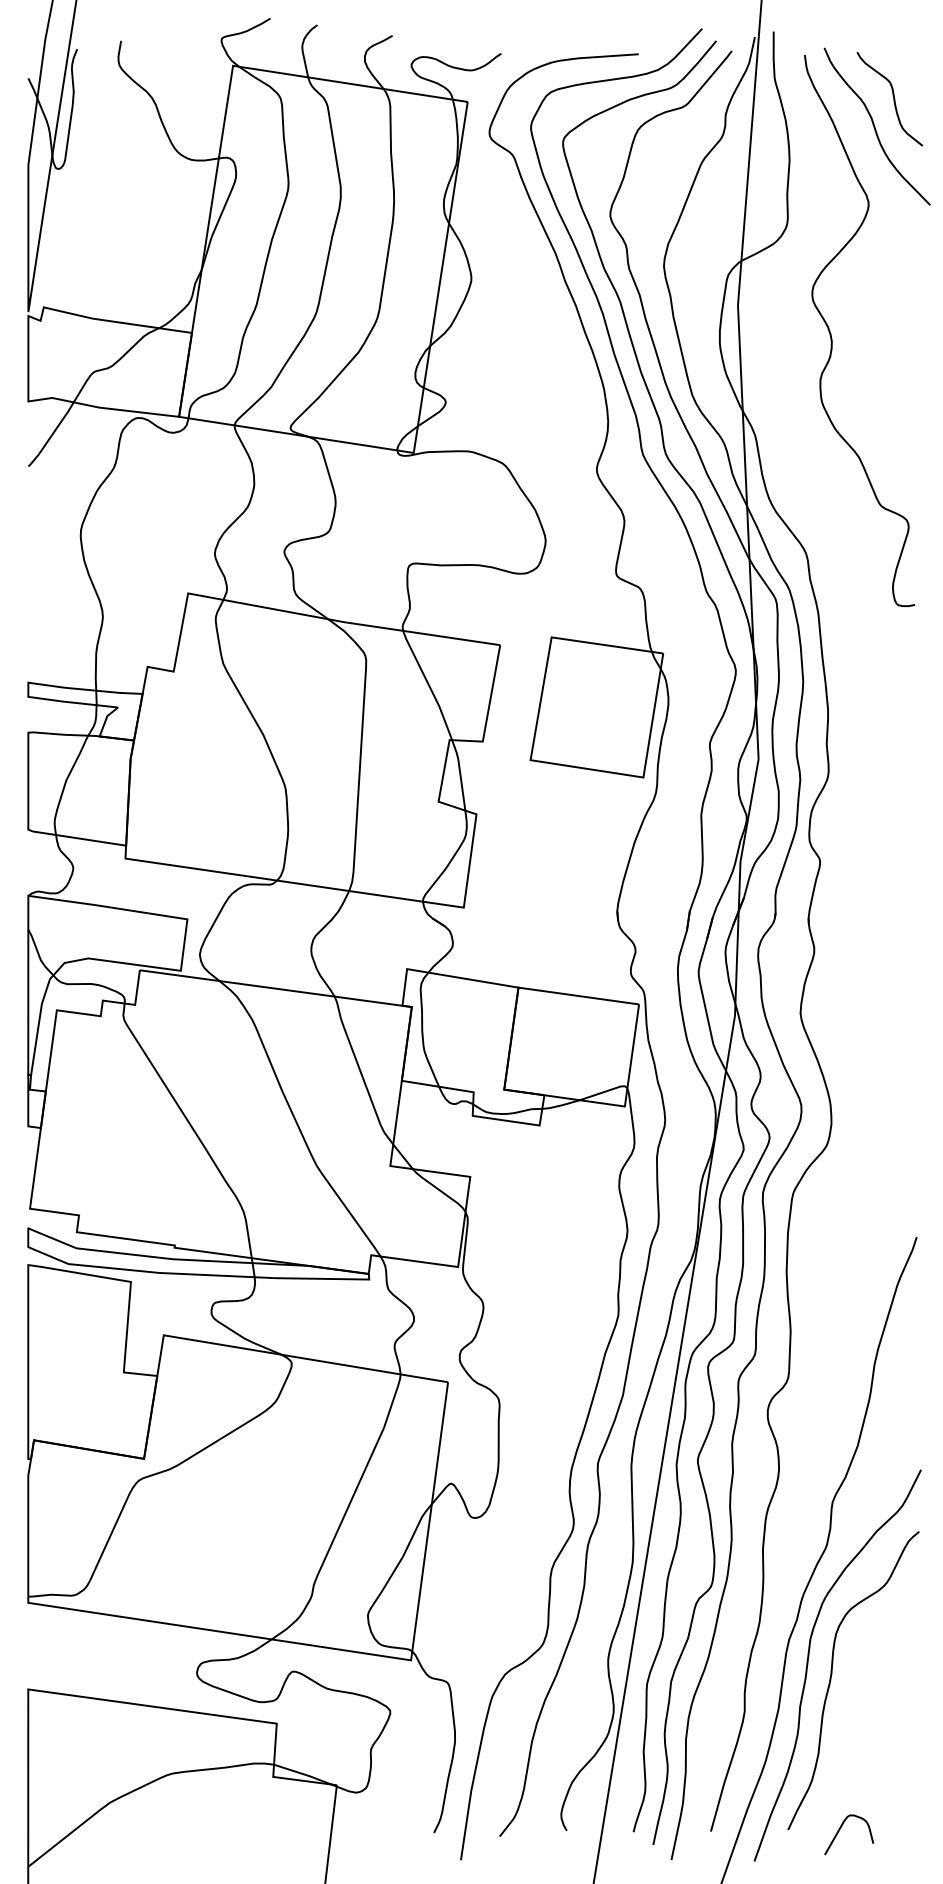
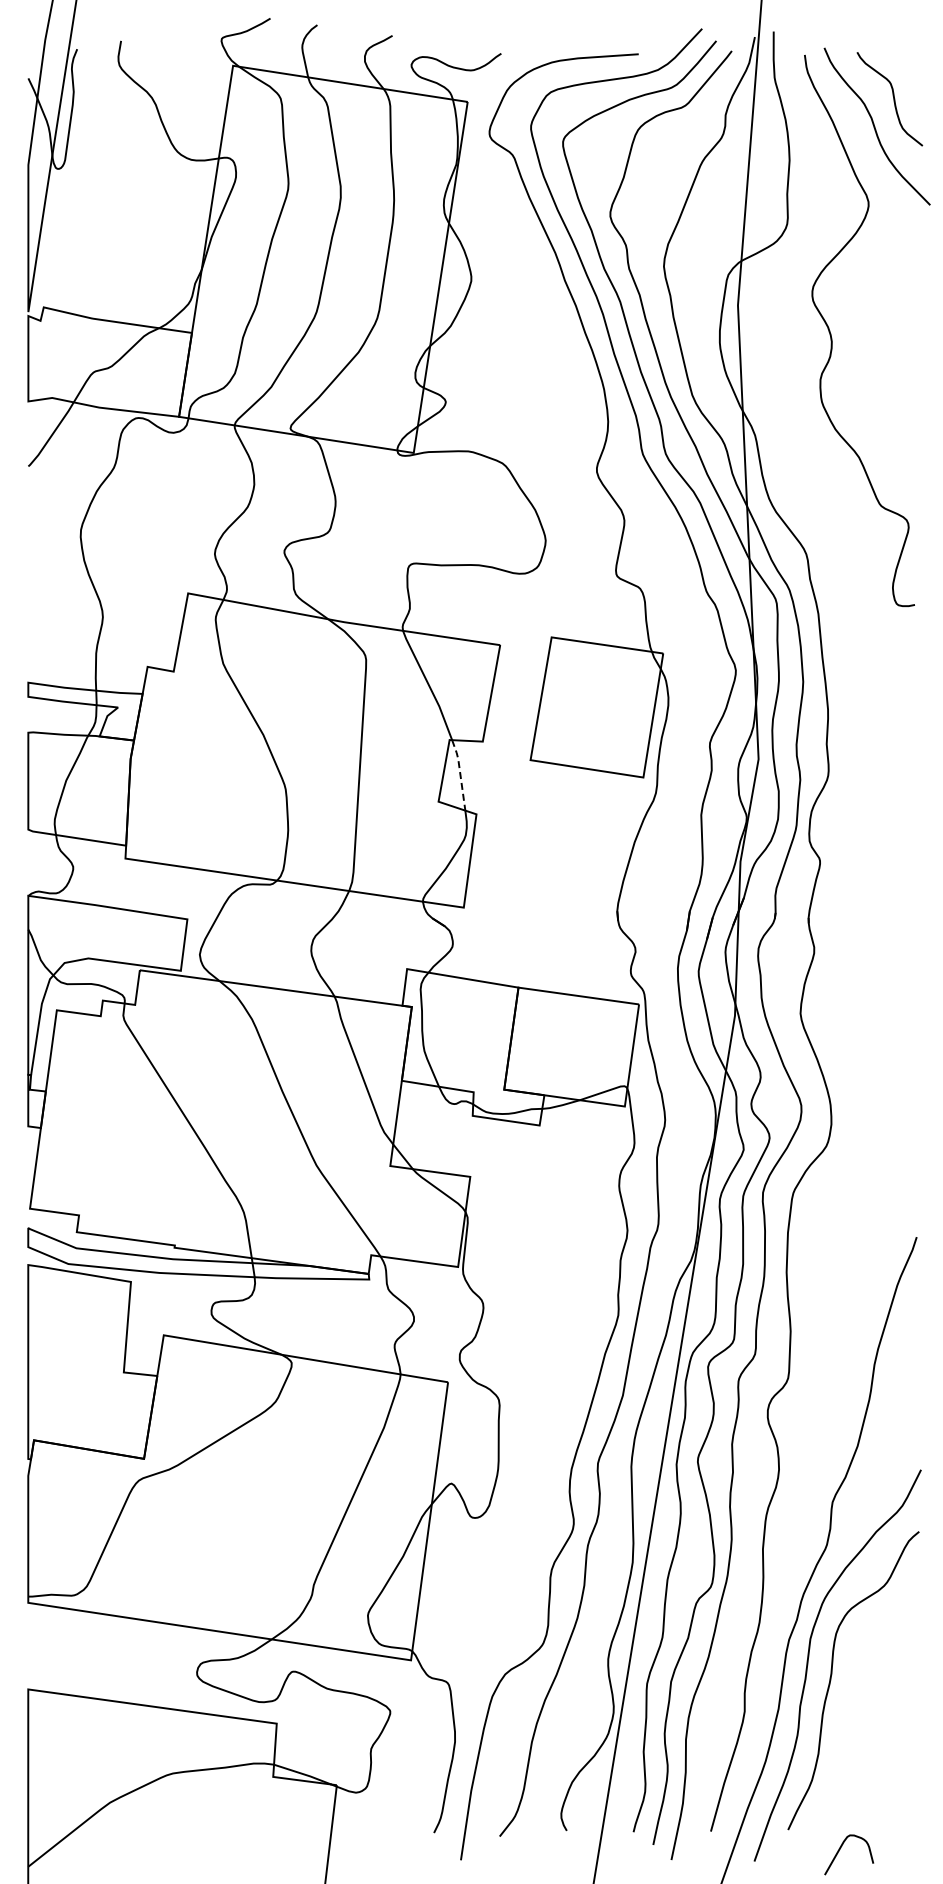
line at (460, 774): solid -> dashed
curve at (841, 1828) position: (841, 1828) -> (841, 1848)
